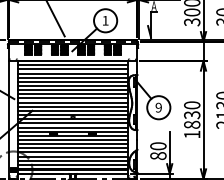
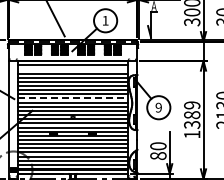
line at (72, 69): present -> none
line at (73, 98): solid -> dashed
text at (192, 114): 1830 -> 1389
